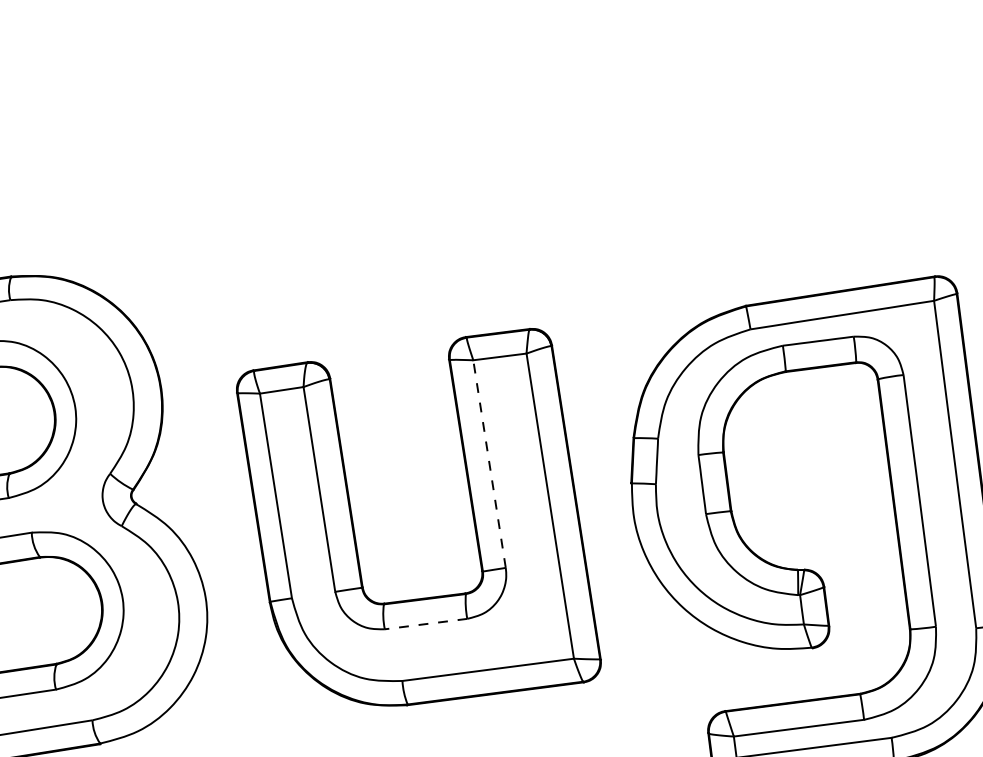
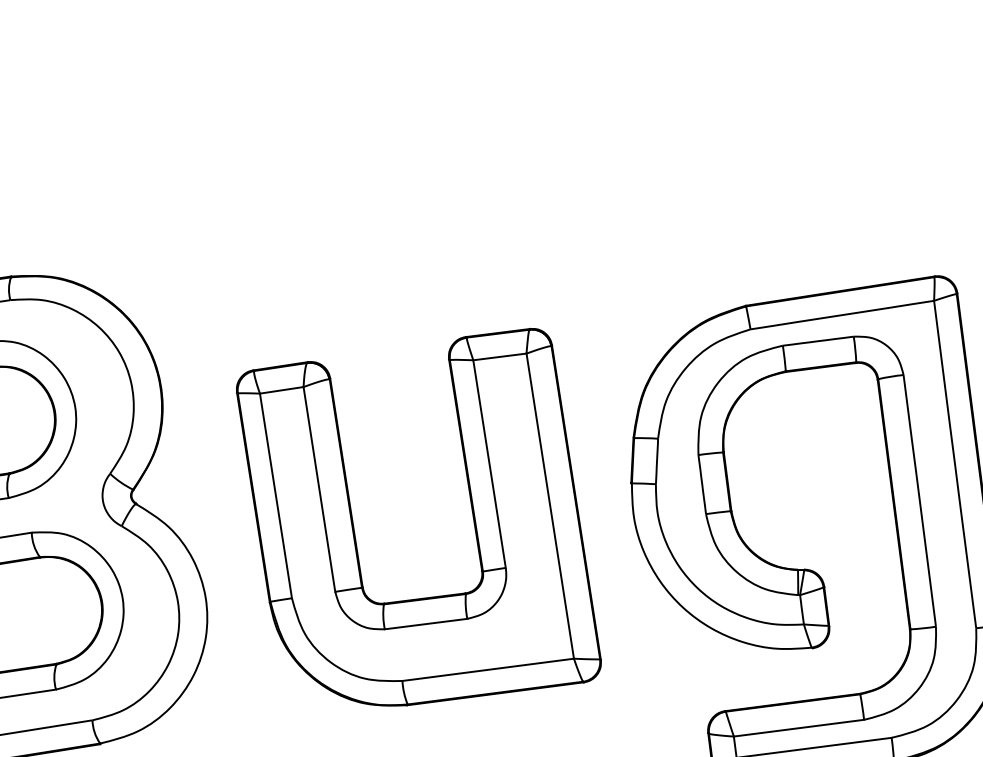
line at (489, 463): dashed -> solid
line at (426, 624): dashed -> solid
